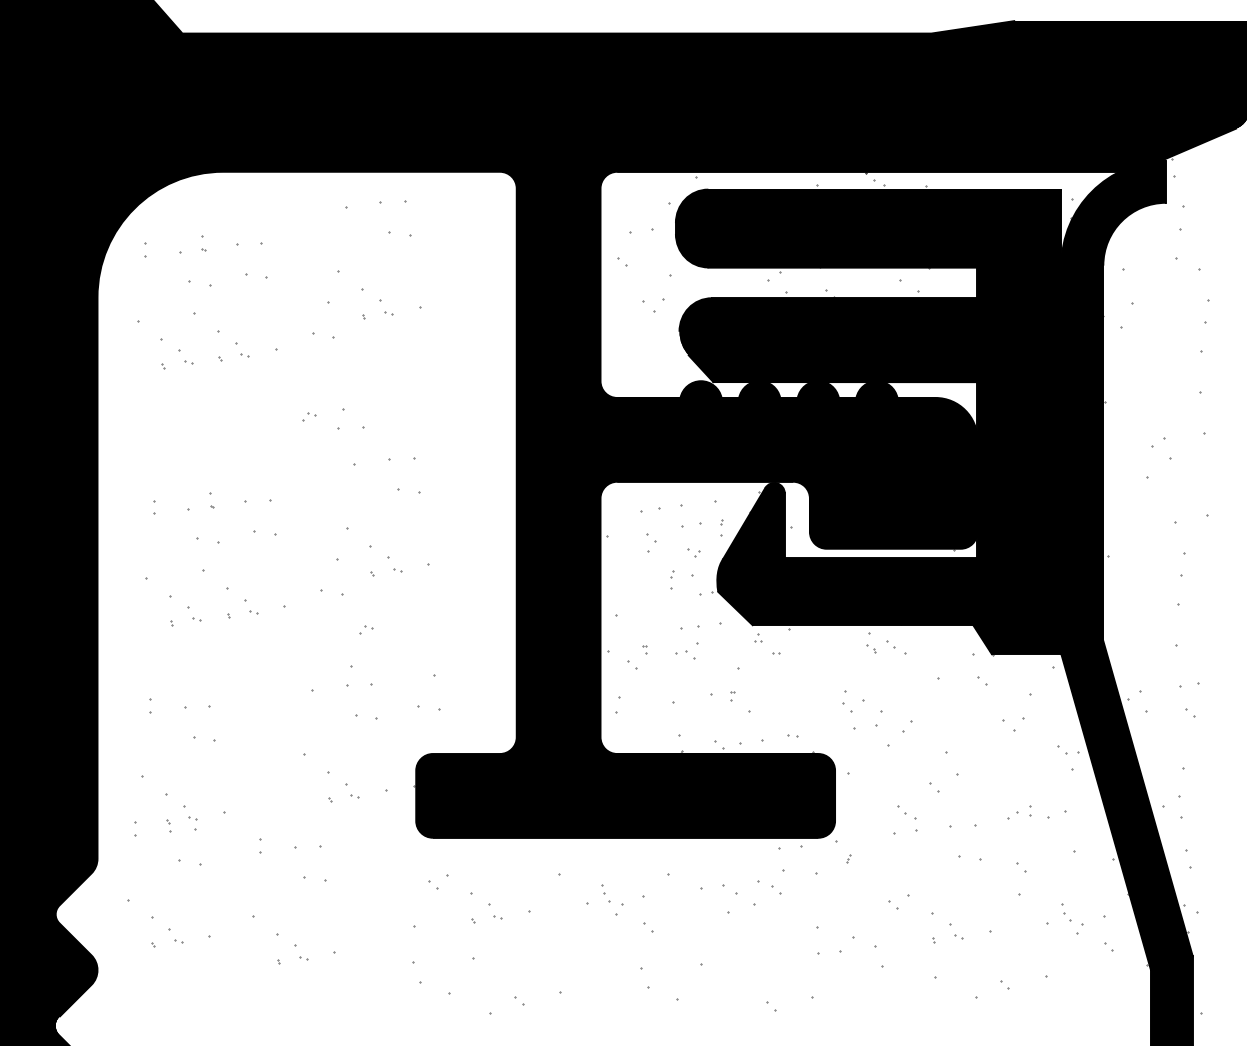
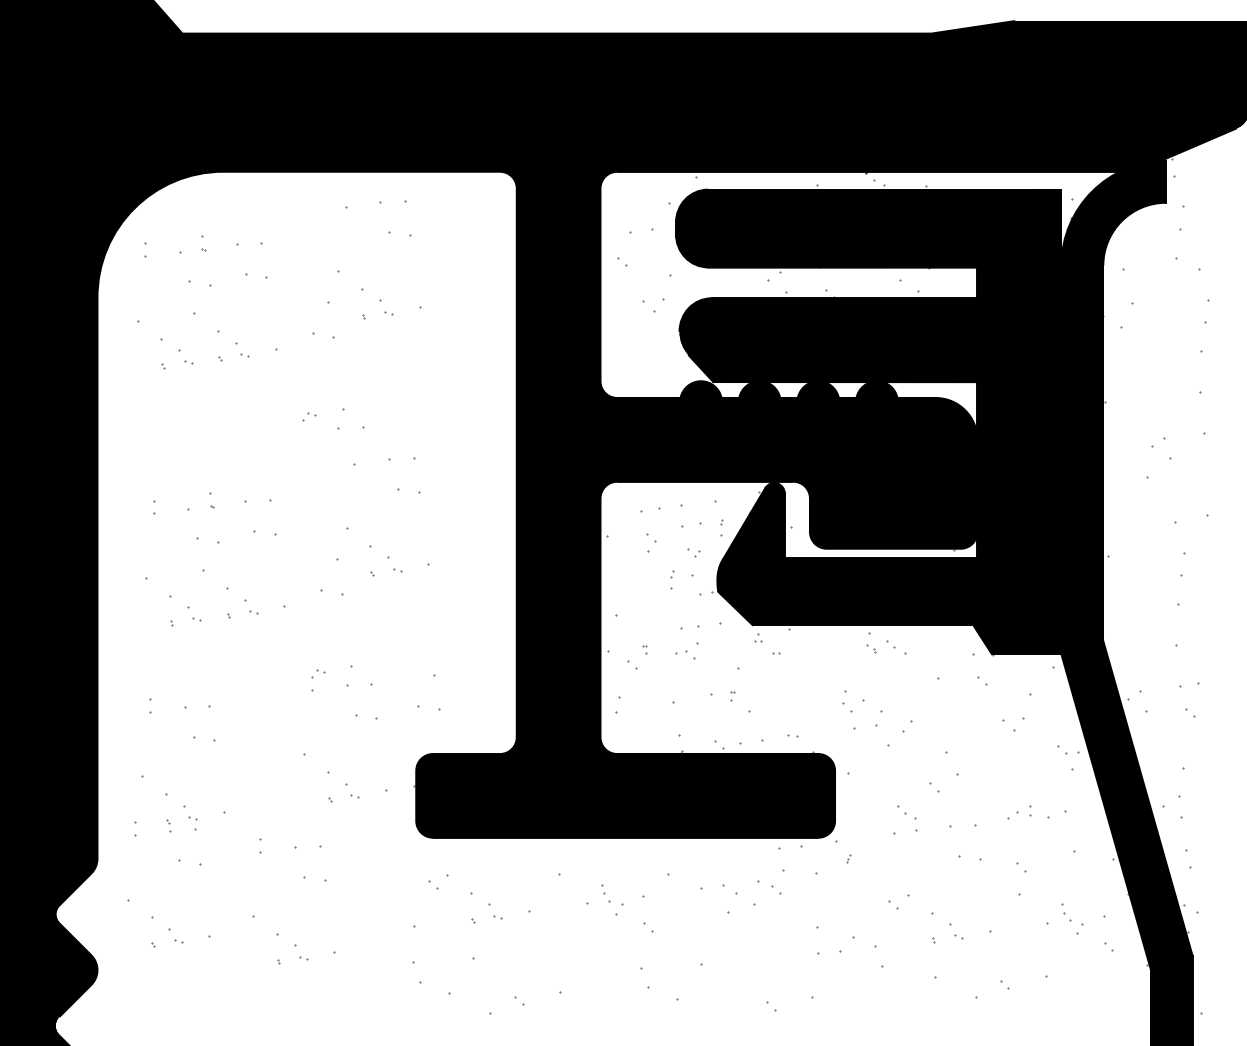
part at (366, 629) position: (366, 629) -> (318, 673)
